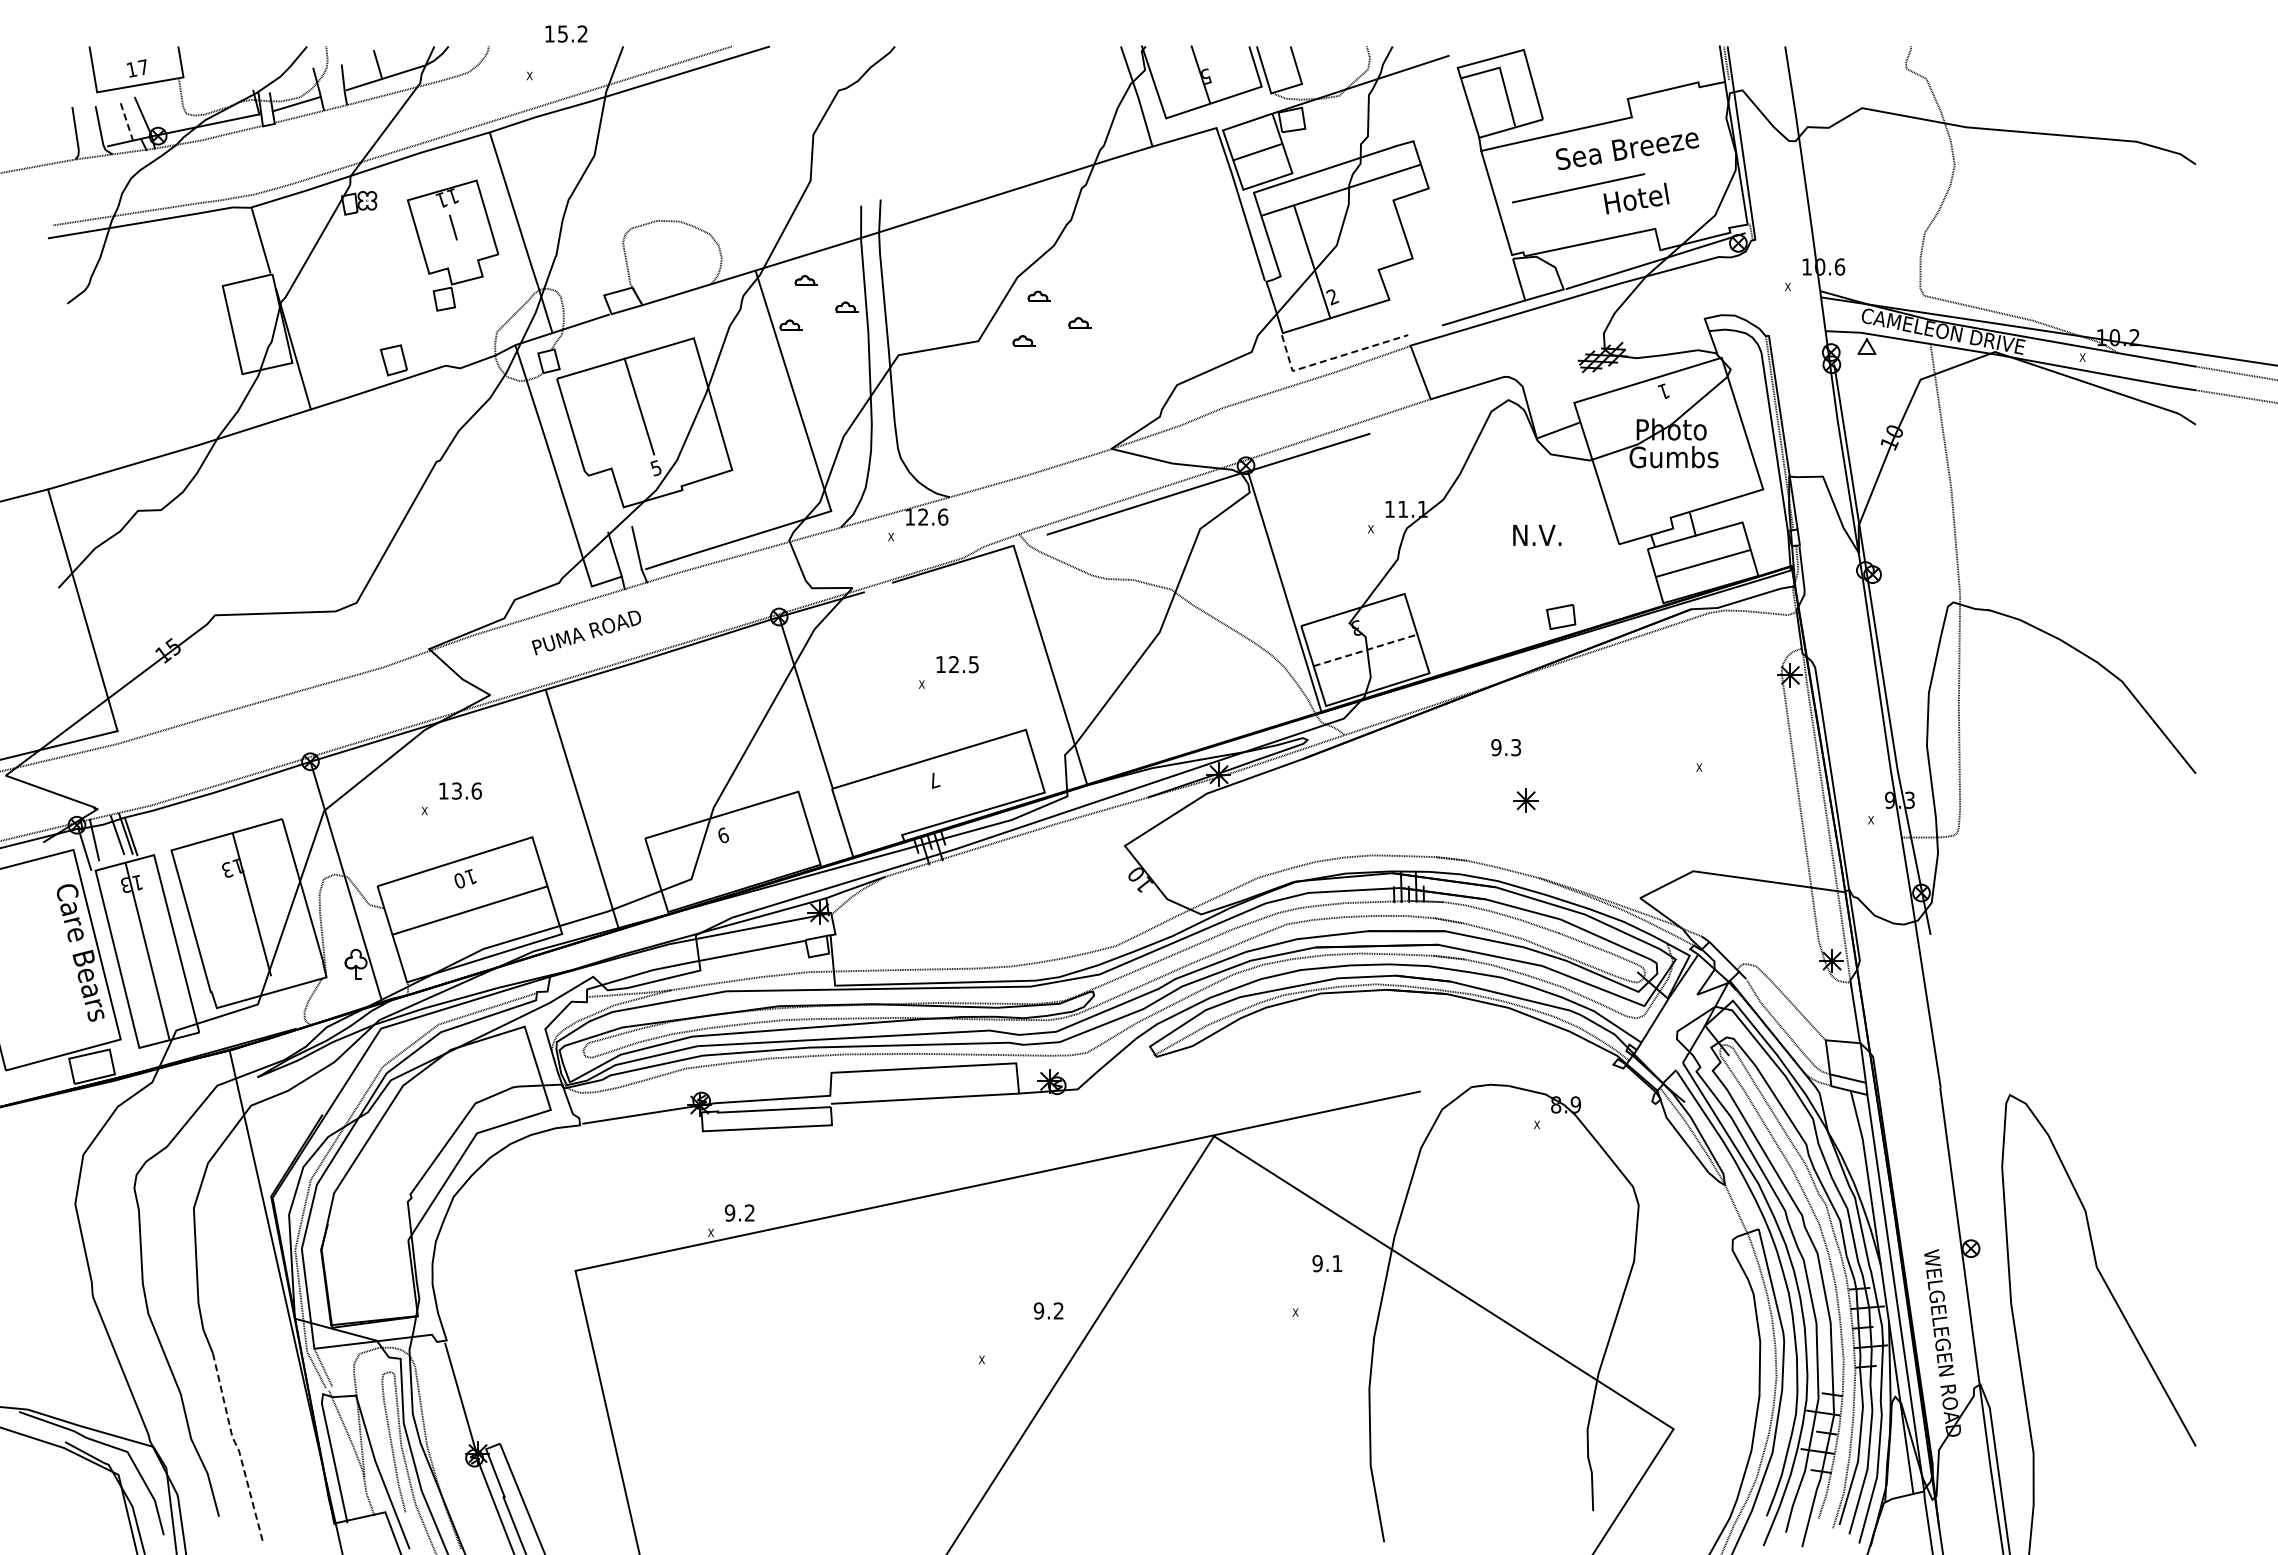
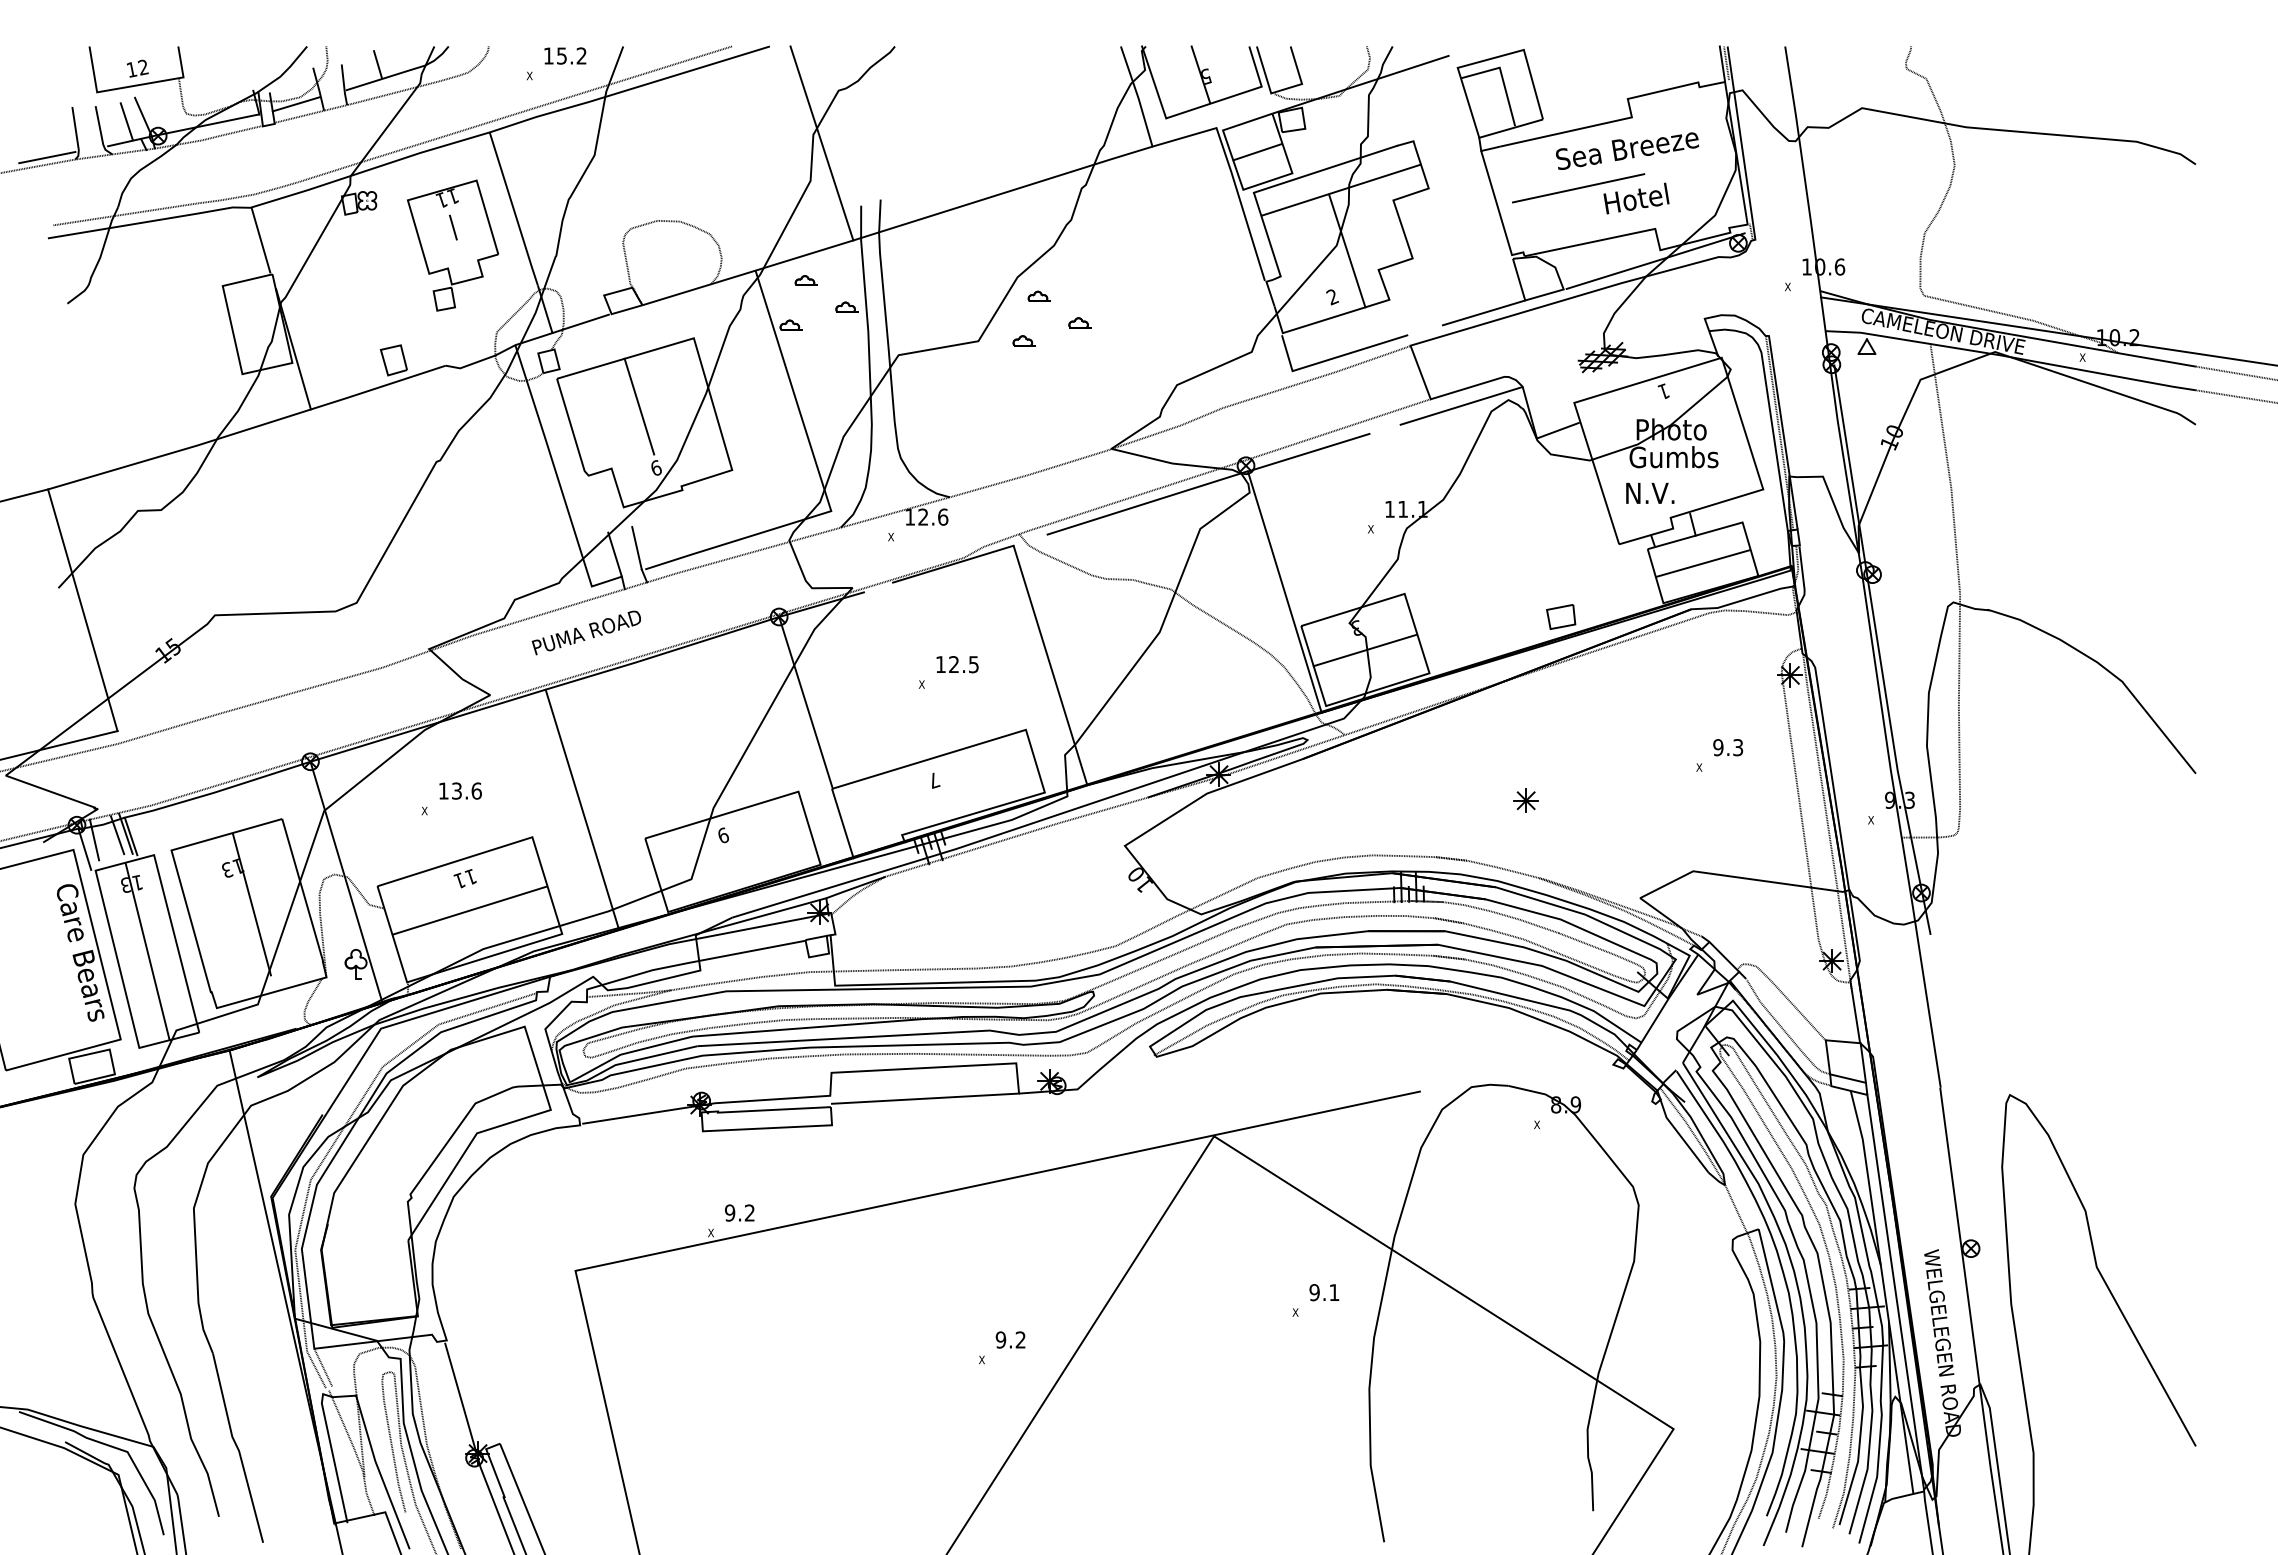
text at (566, 33) position: (566, 33) -> (565, 55)
text at (143, 67): 17 -> 12
line at (127, 122): dashed -> solid
line at (821, 143): none -> present
line at (47, 157): none -> present
line at (1312, 261) position: (1312, 261) -> (1347, 250)
line at (1332, 358): dashed -> solid
line at (1461, 405): none -> present
text at (655, 468): 5 -> 6
text at (1537, 534) position: (1537, 534) -> (1650, 492)
line at (1365, 650): dashed -> solid
text at (1506, 747) position: (1506, 747) -> (1728, 747)
text at (459, 880): 10 -> 11
text at (1327, 1263) position: (1327, 1263) -> (1324, 1292)
text at (1048, 1310) position: (1048, 1310) -> (1010, 1339)
line at (237, 1448): dashed -> solid
